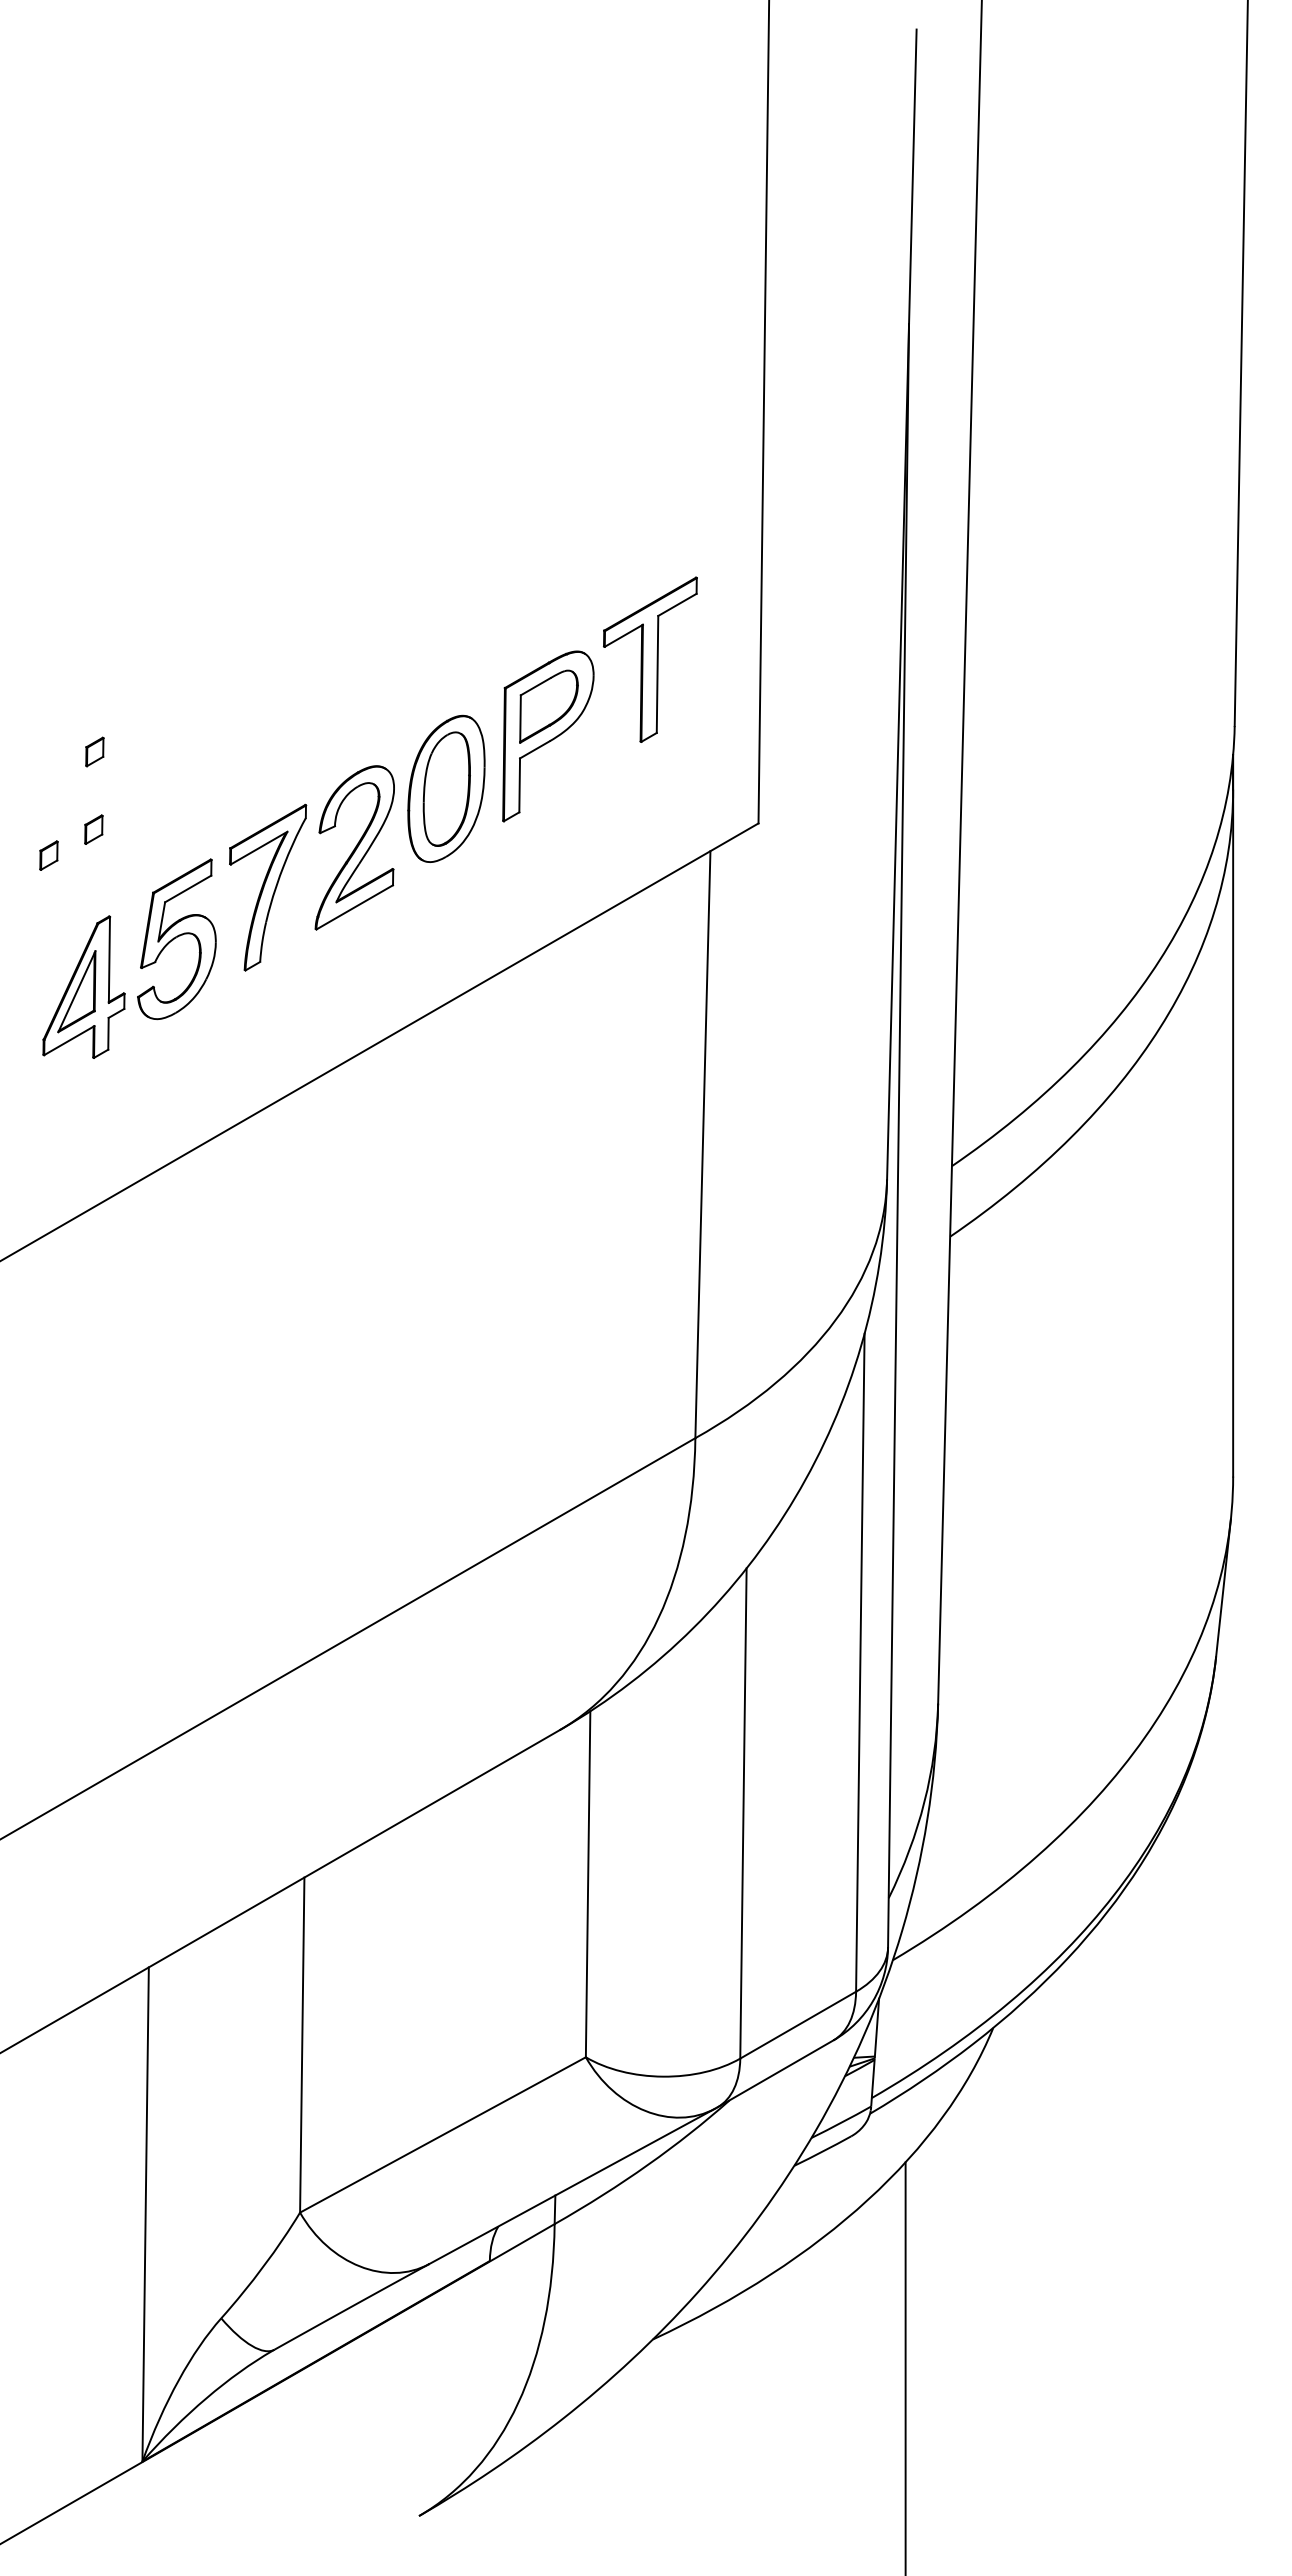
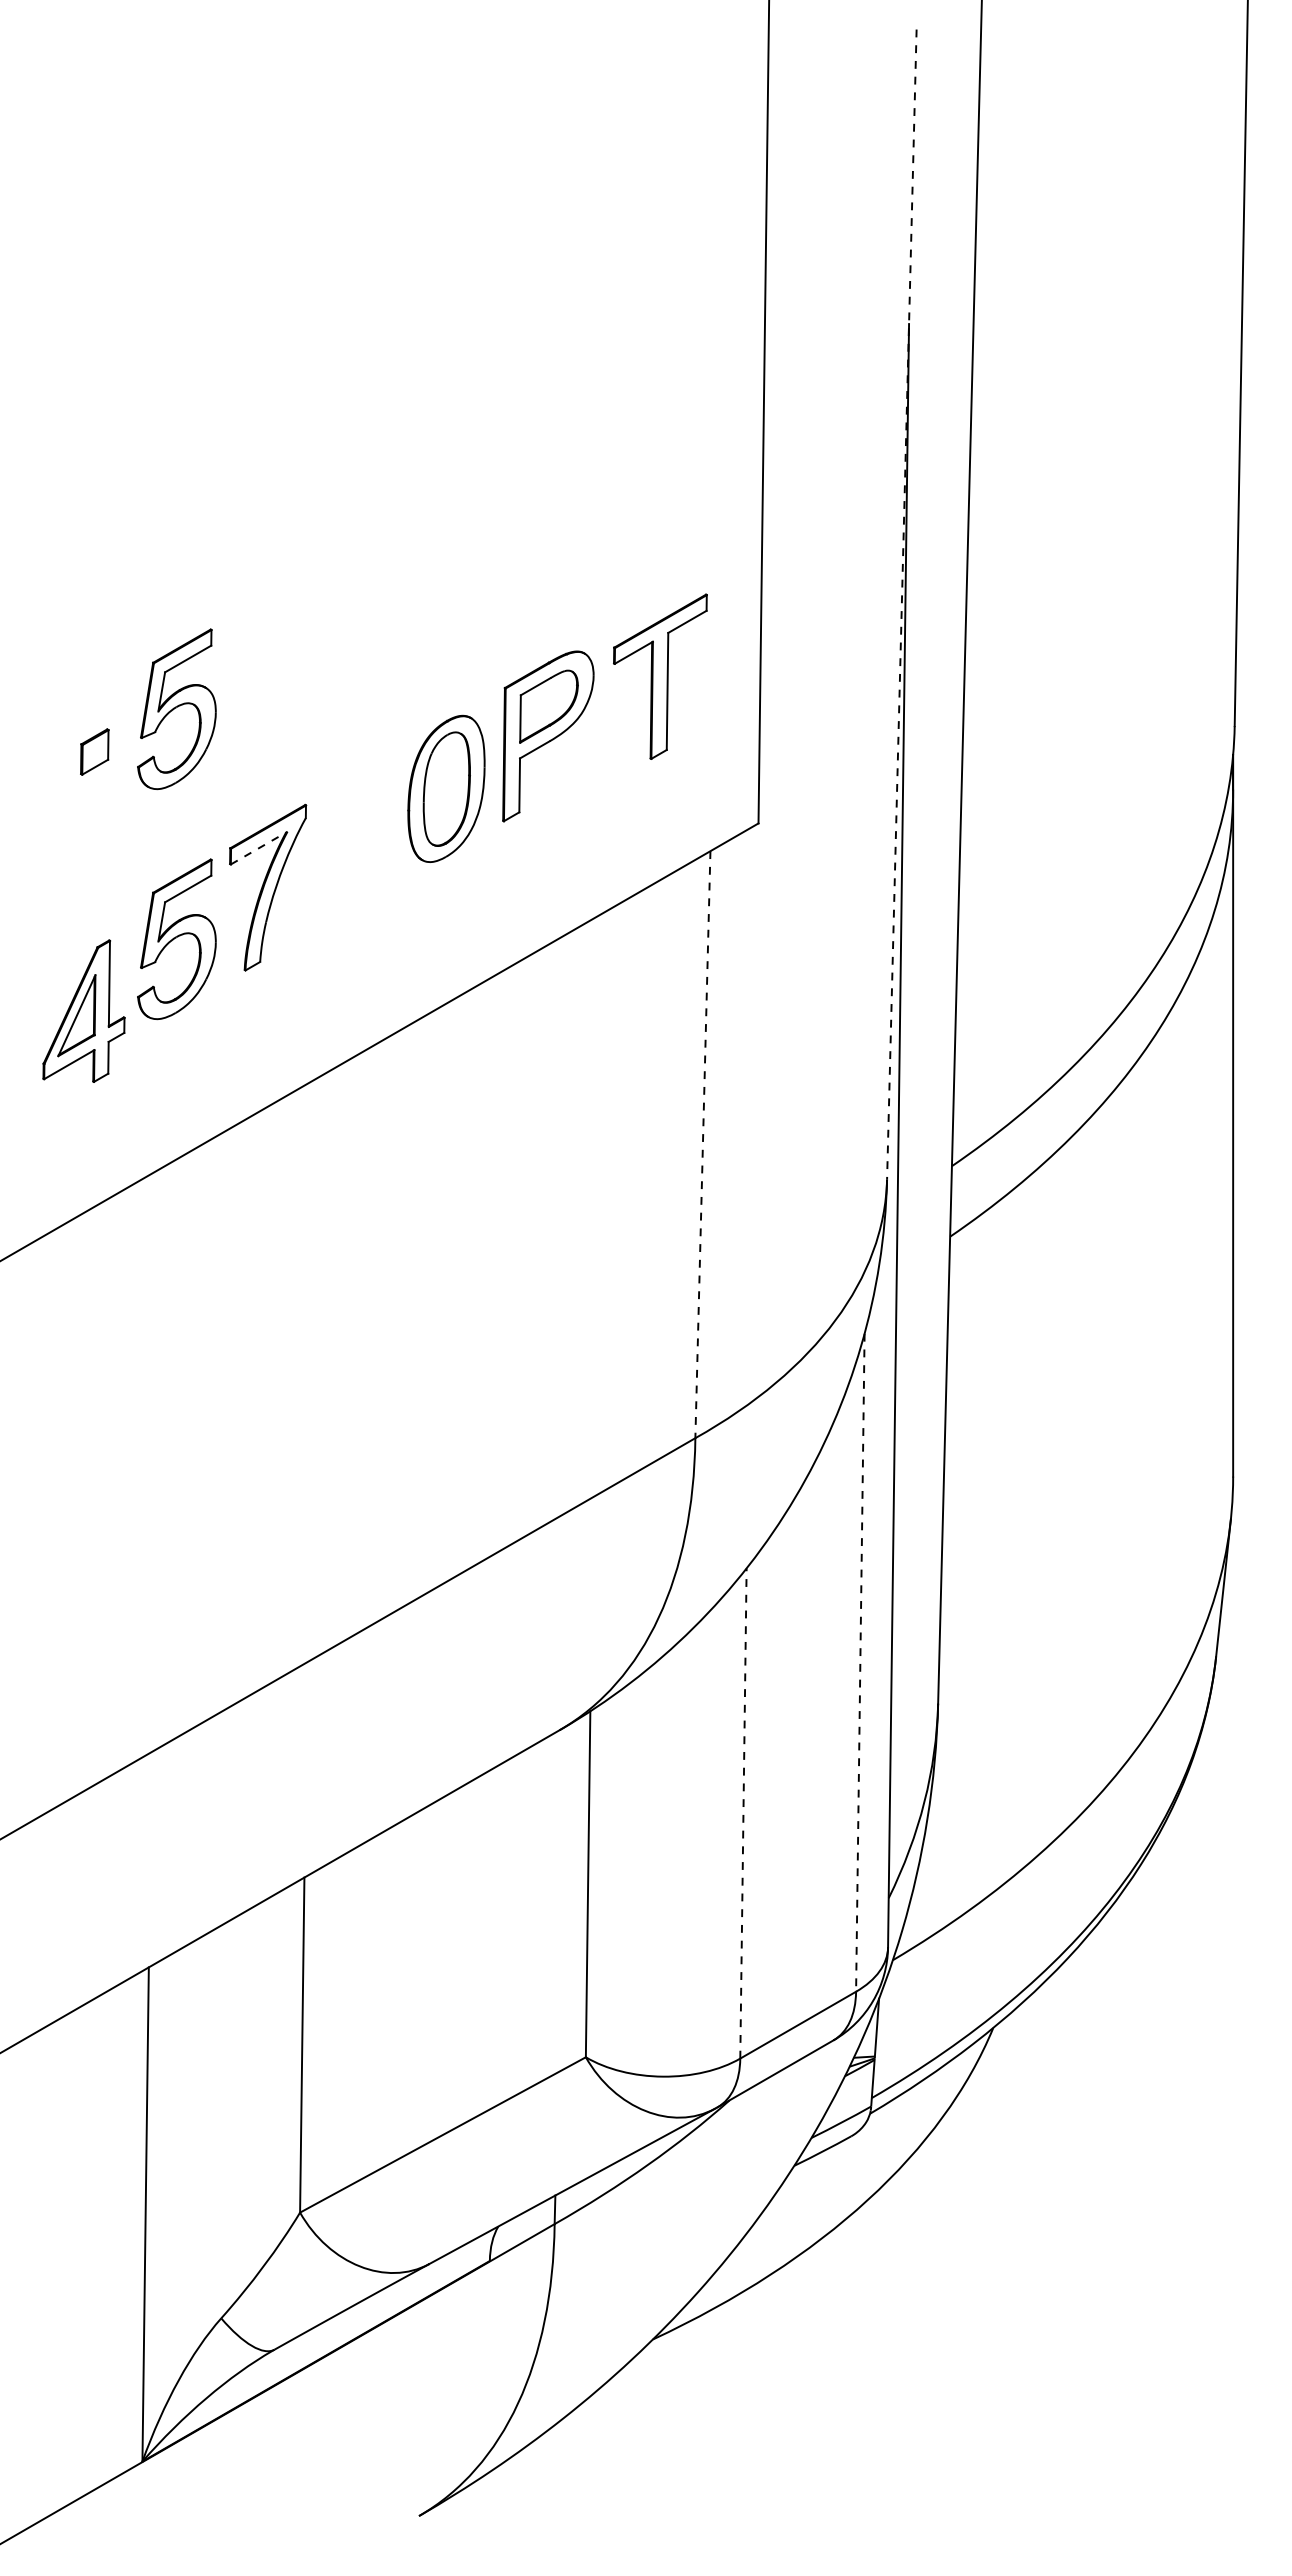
line at (901, 605): solid -> dashed
part at (650, 659) position: (650, 659) -> (660, 676)
part at (176, 709): none -> present
part at (94, 751) size: 20x32 px -> 30x48 px
part at (93, 829): present -> none
part at (354, 847): present -> none
line at (259, 848): solid -> dashed
part at (48, 855): present -> none
part at (83, 986) position: (83, 986) -> (83, 1010)
line at (702, 1144): solid -> dashed
line at (860, 1663): solid -> dashed
line at (743, 1813): solid -> dashed
line at (905, 2367): present -> none
